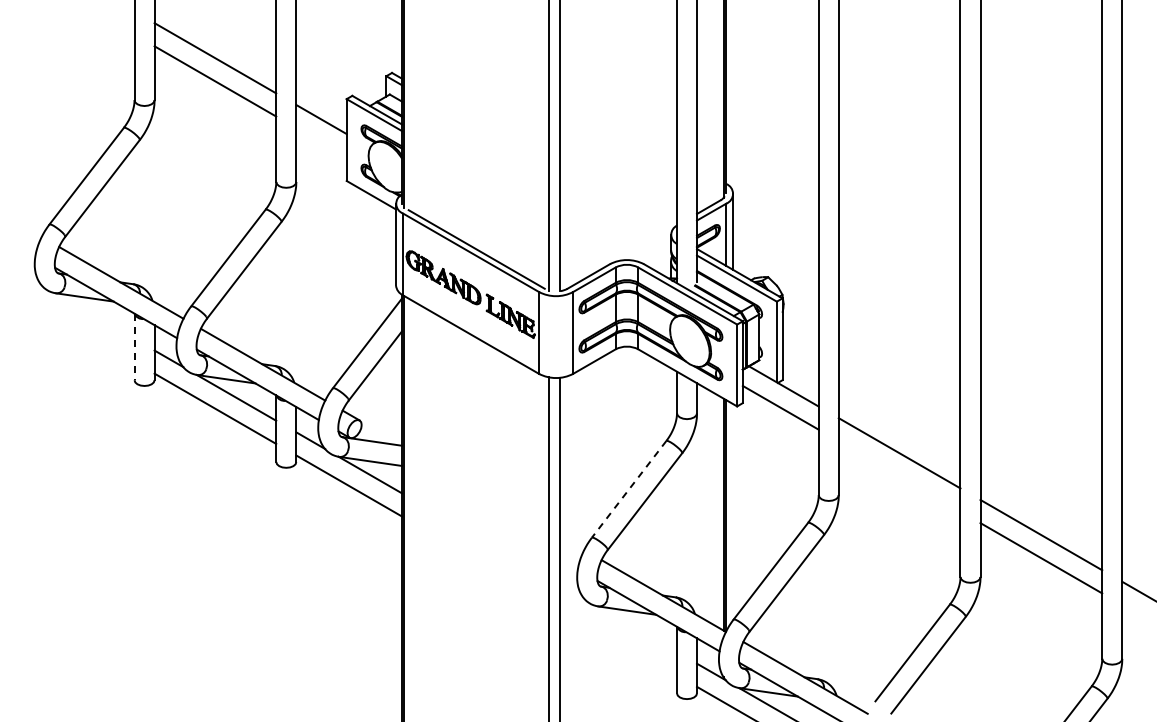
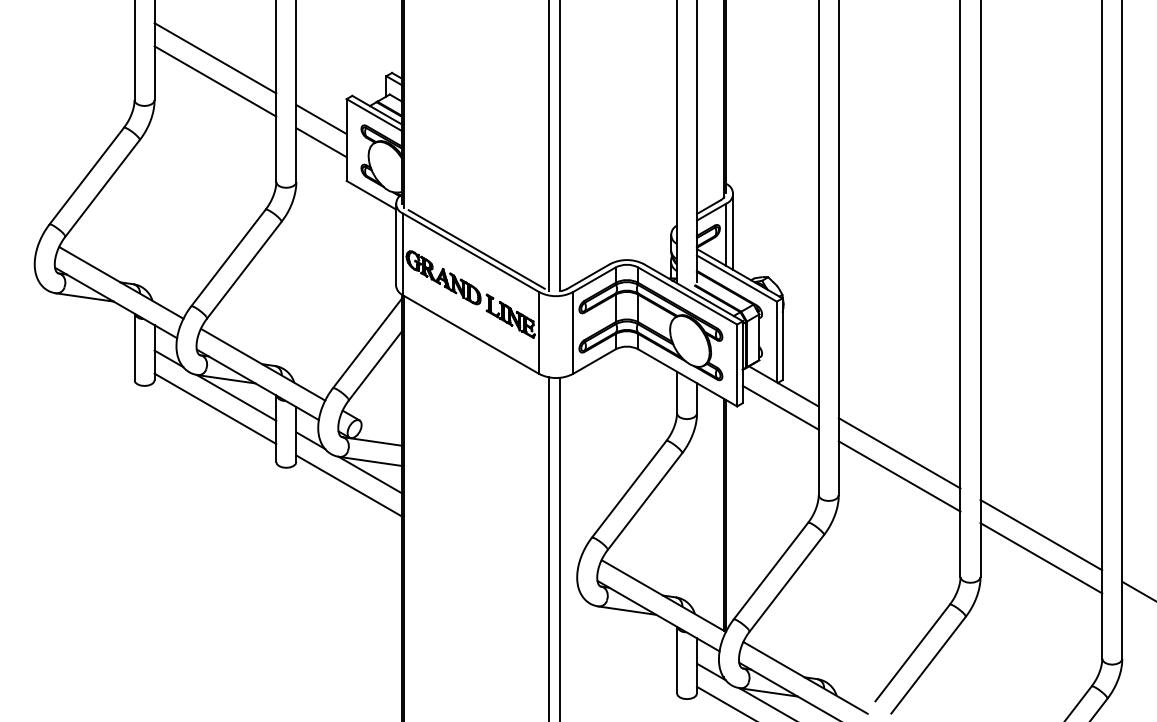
line at (321, 142): none -> present
line at (134, 347): dashed -> solid
line at (899, 476): none -> present
line at (628, 489): dashed -> solid
